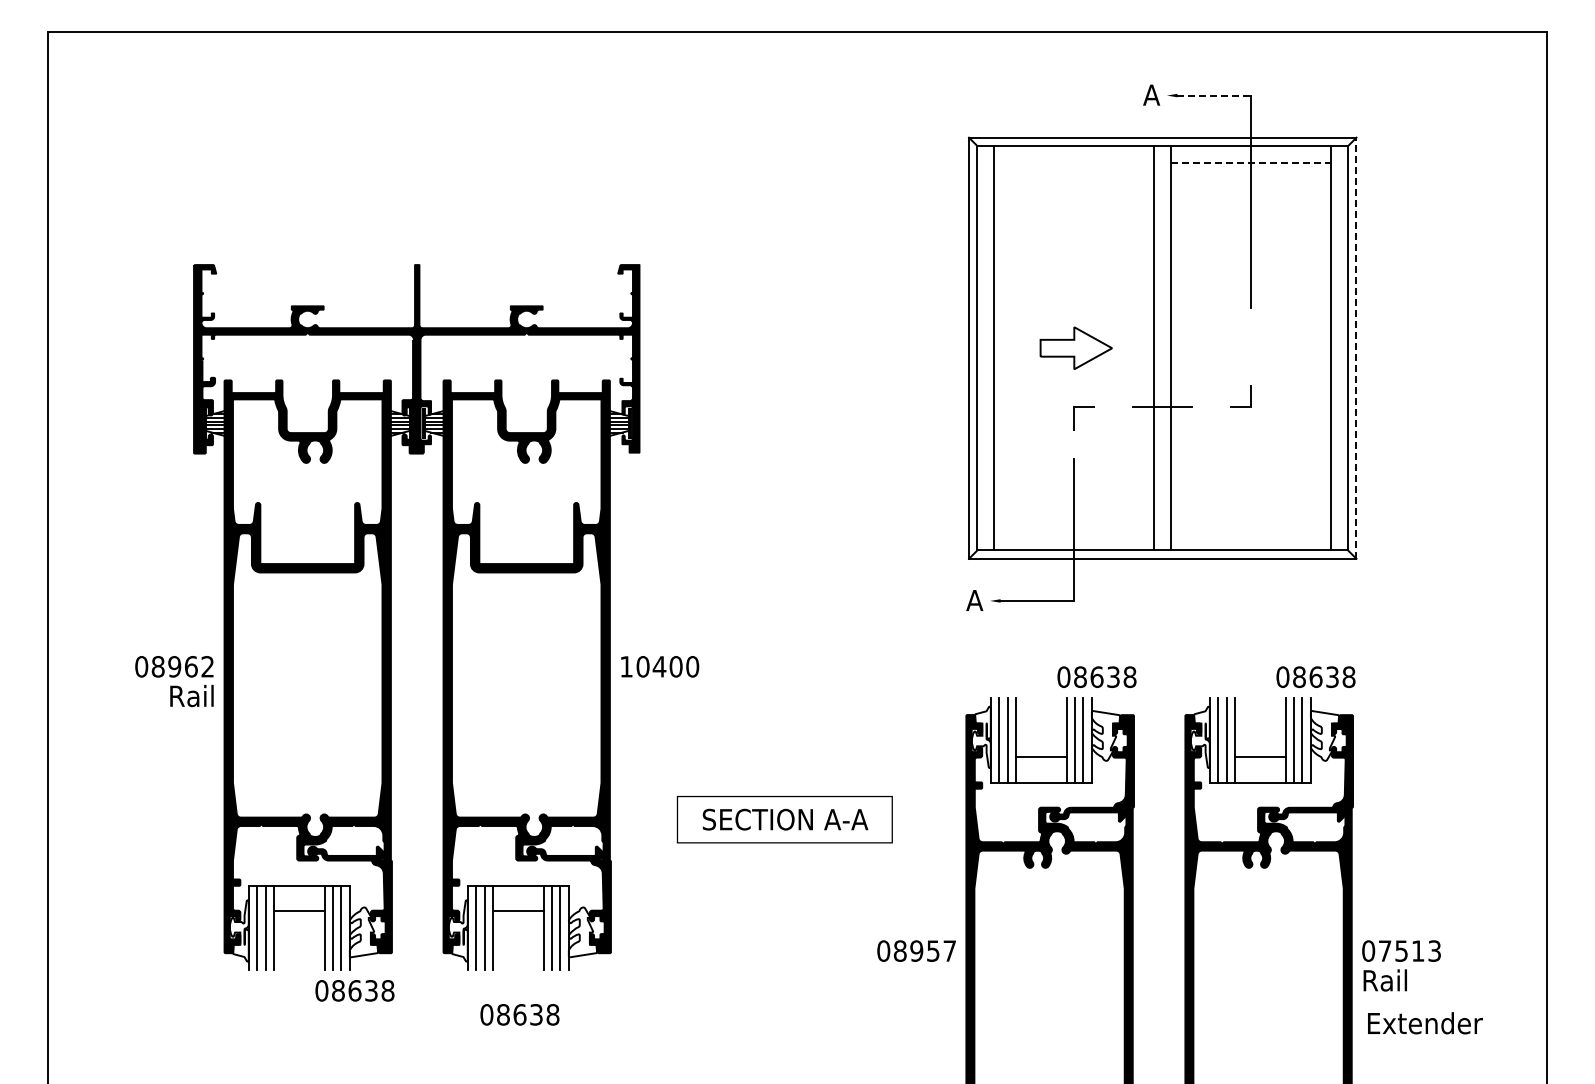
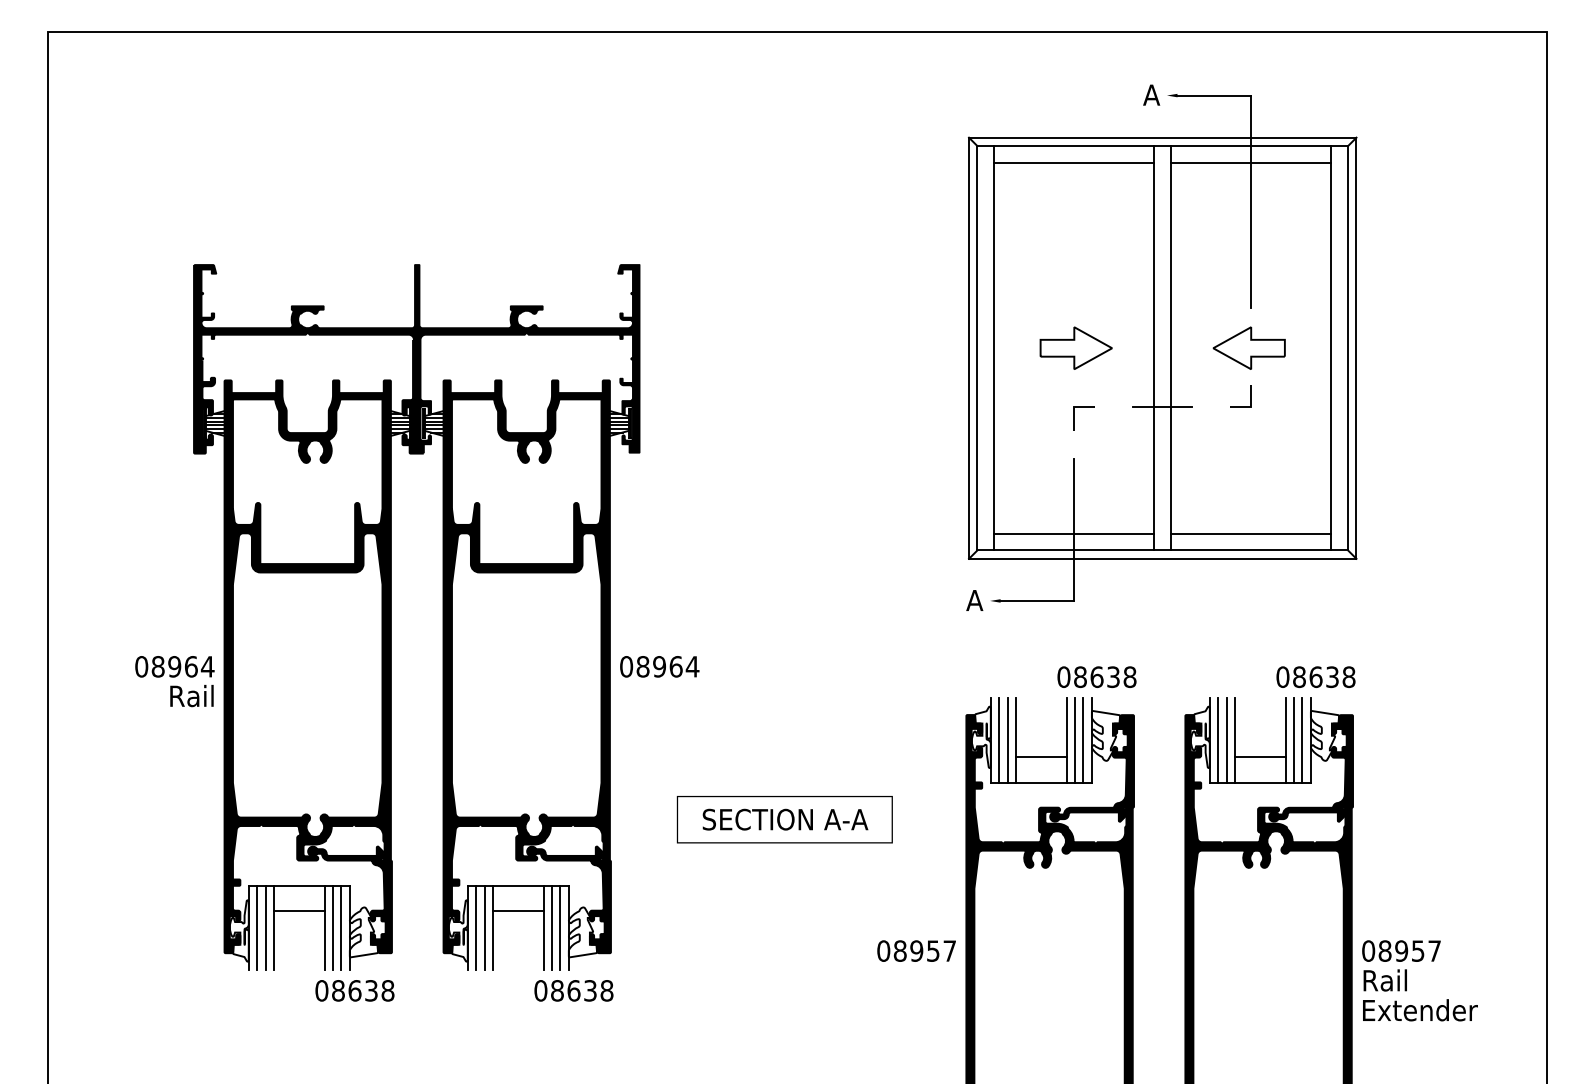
line at (1214, 95): dashed -> solid
line at (1074, 162): none -> present
line at (1251, 162): dashed -> solid
part at (1248, 347): none -> present
line at (1356, 348): dashed -> solid
line at (1074, 533): none -> present
line at (1251, 533): none -> present
text at (207, 666): 08962 -> 08964
text at (659, 666): 10400 -> 08964
text at (1409, 950): 07513 -> 08957
text at (519, 1014) position: (519, 1014) -> (573, 990)
text at (1425, 1023) position: (1425, 1023) -> (1420, 1010)
